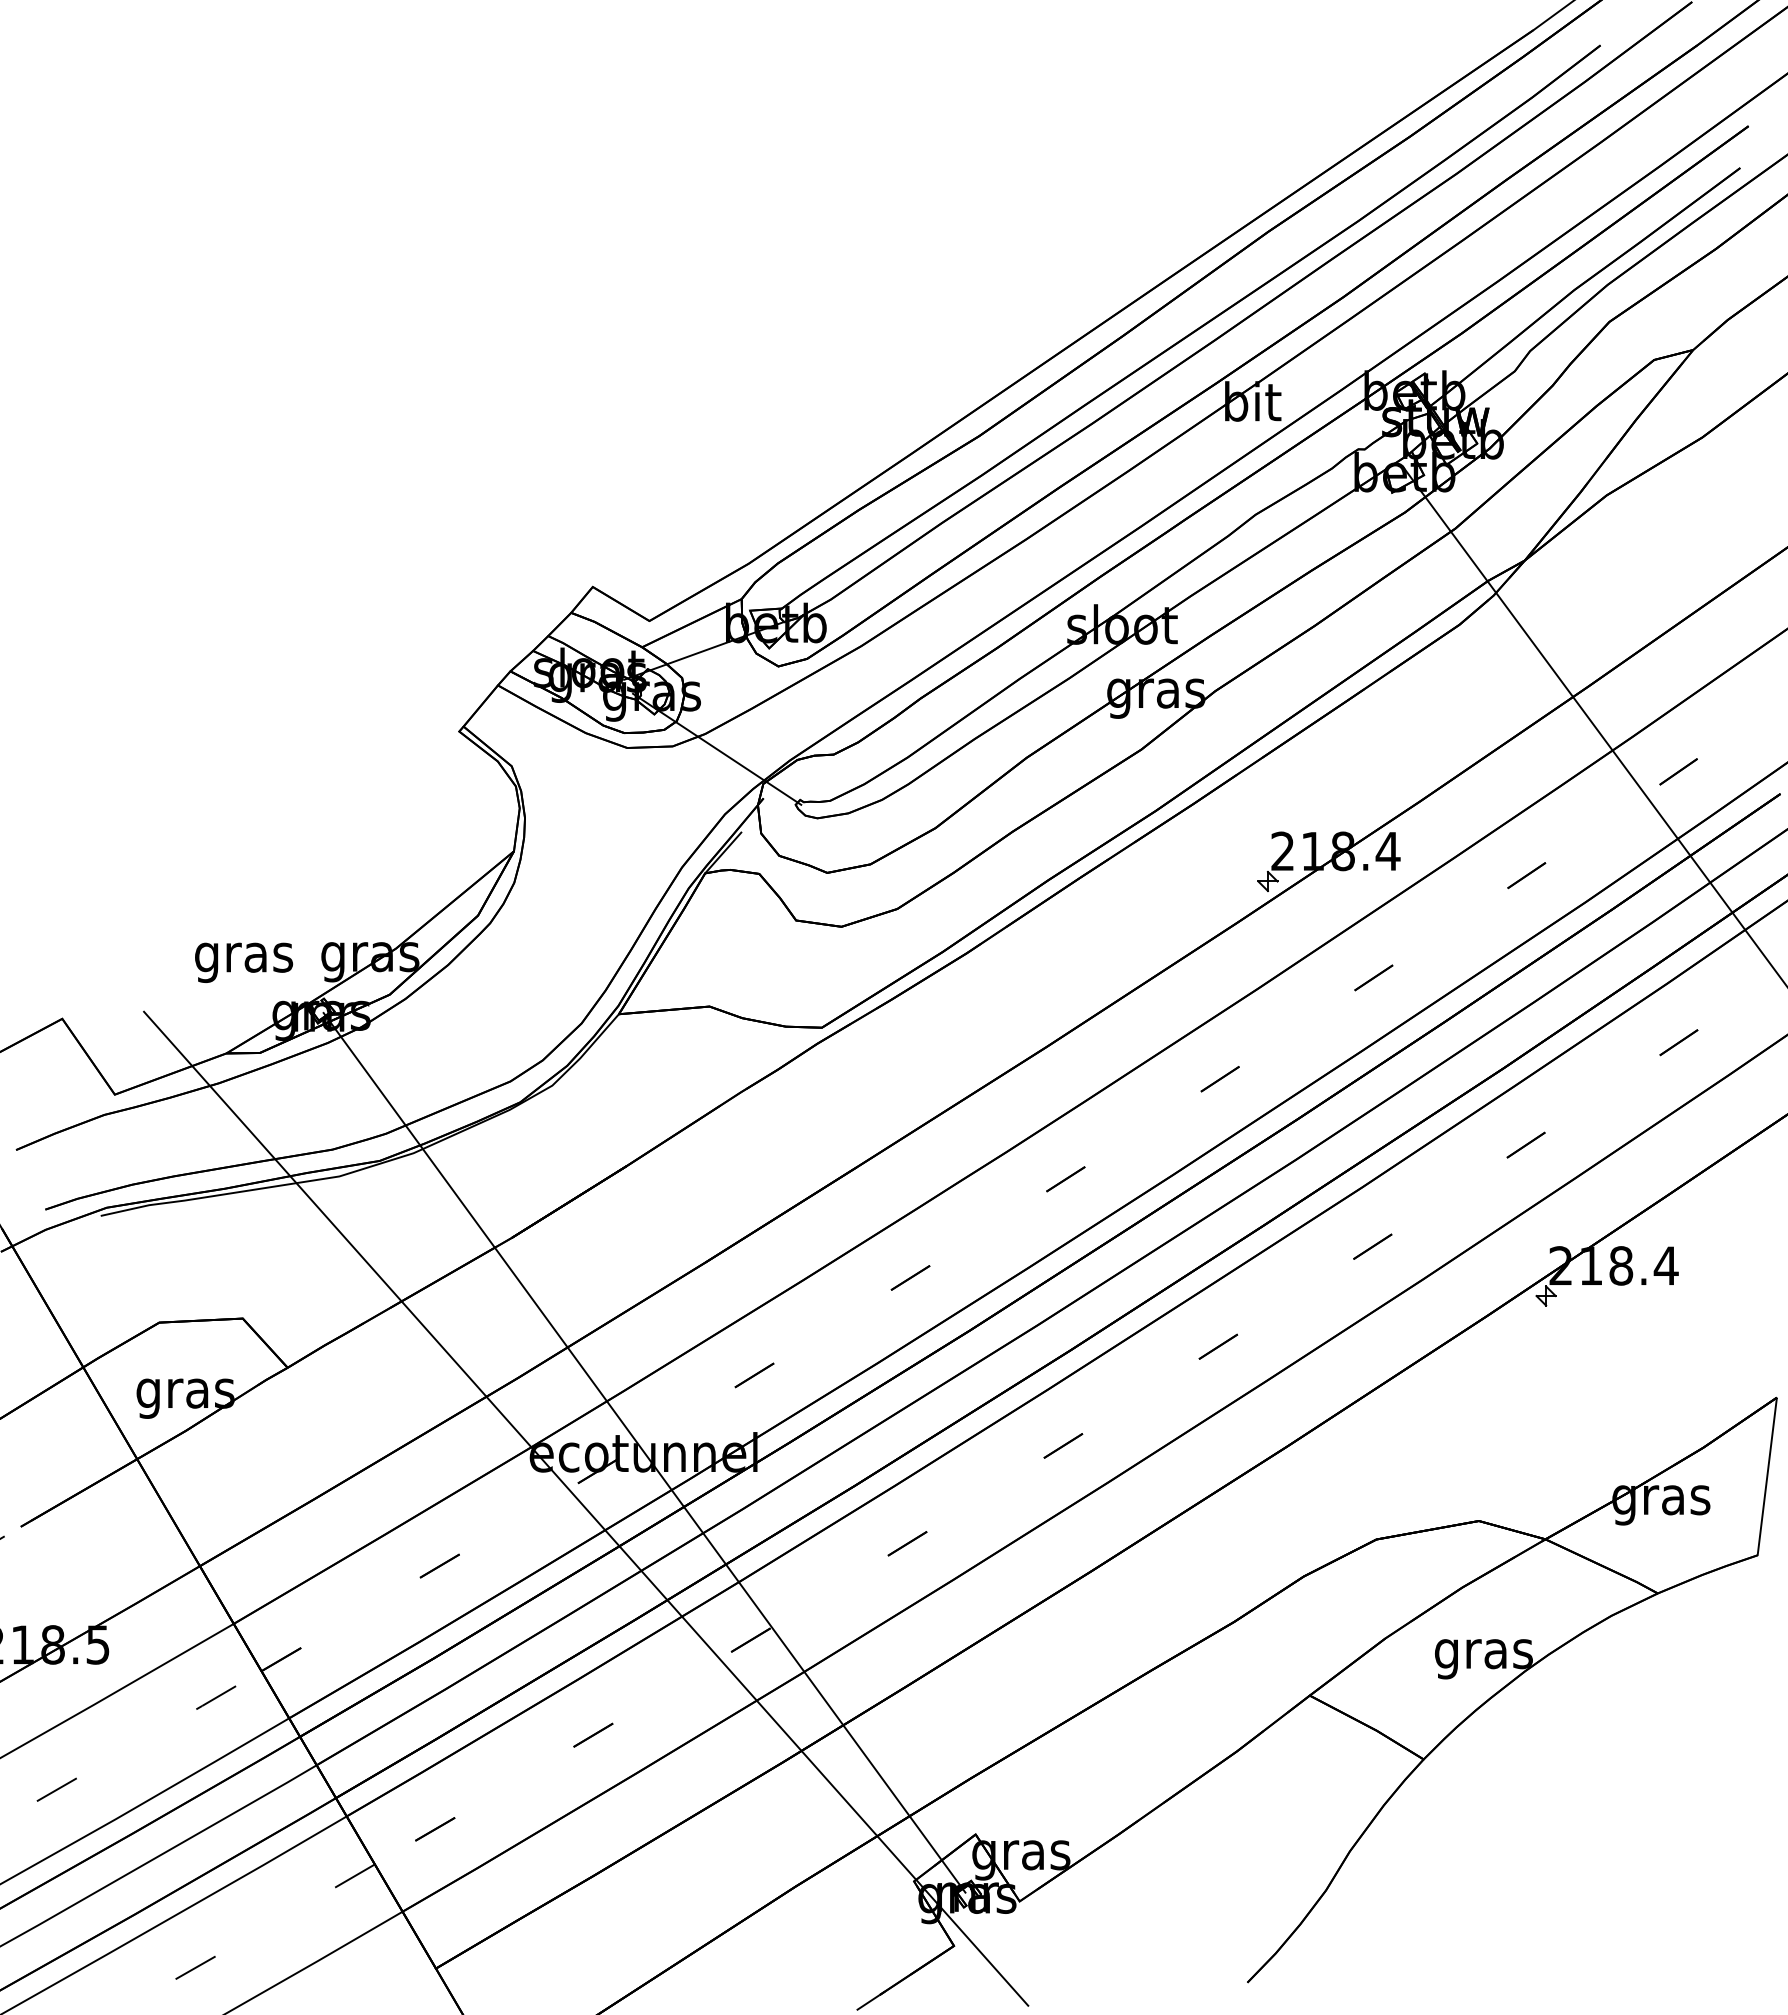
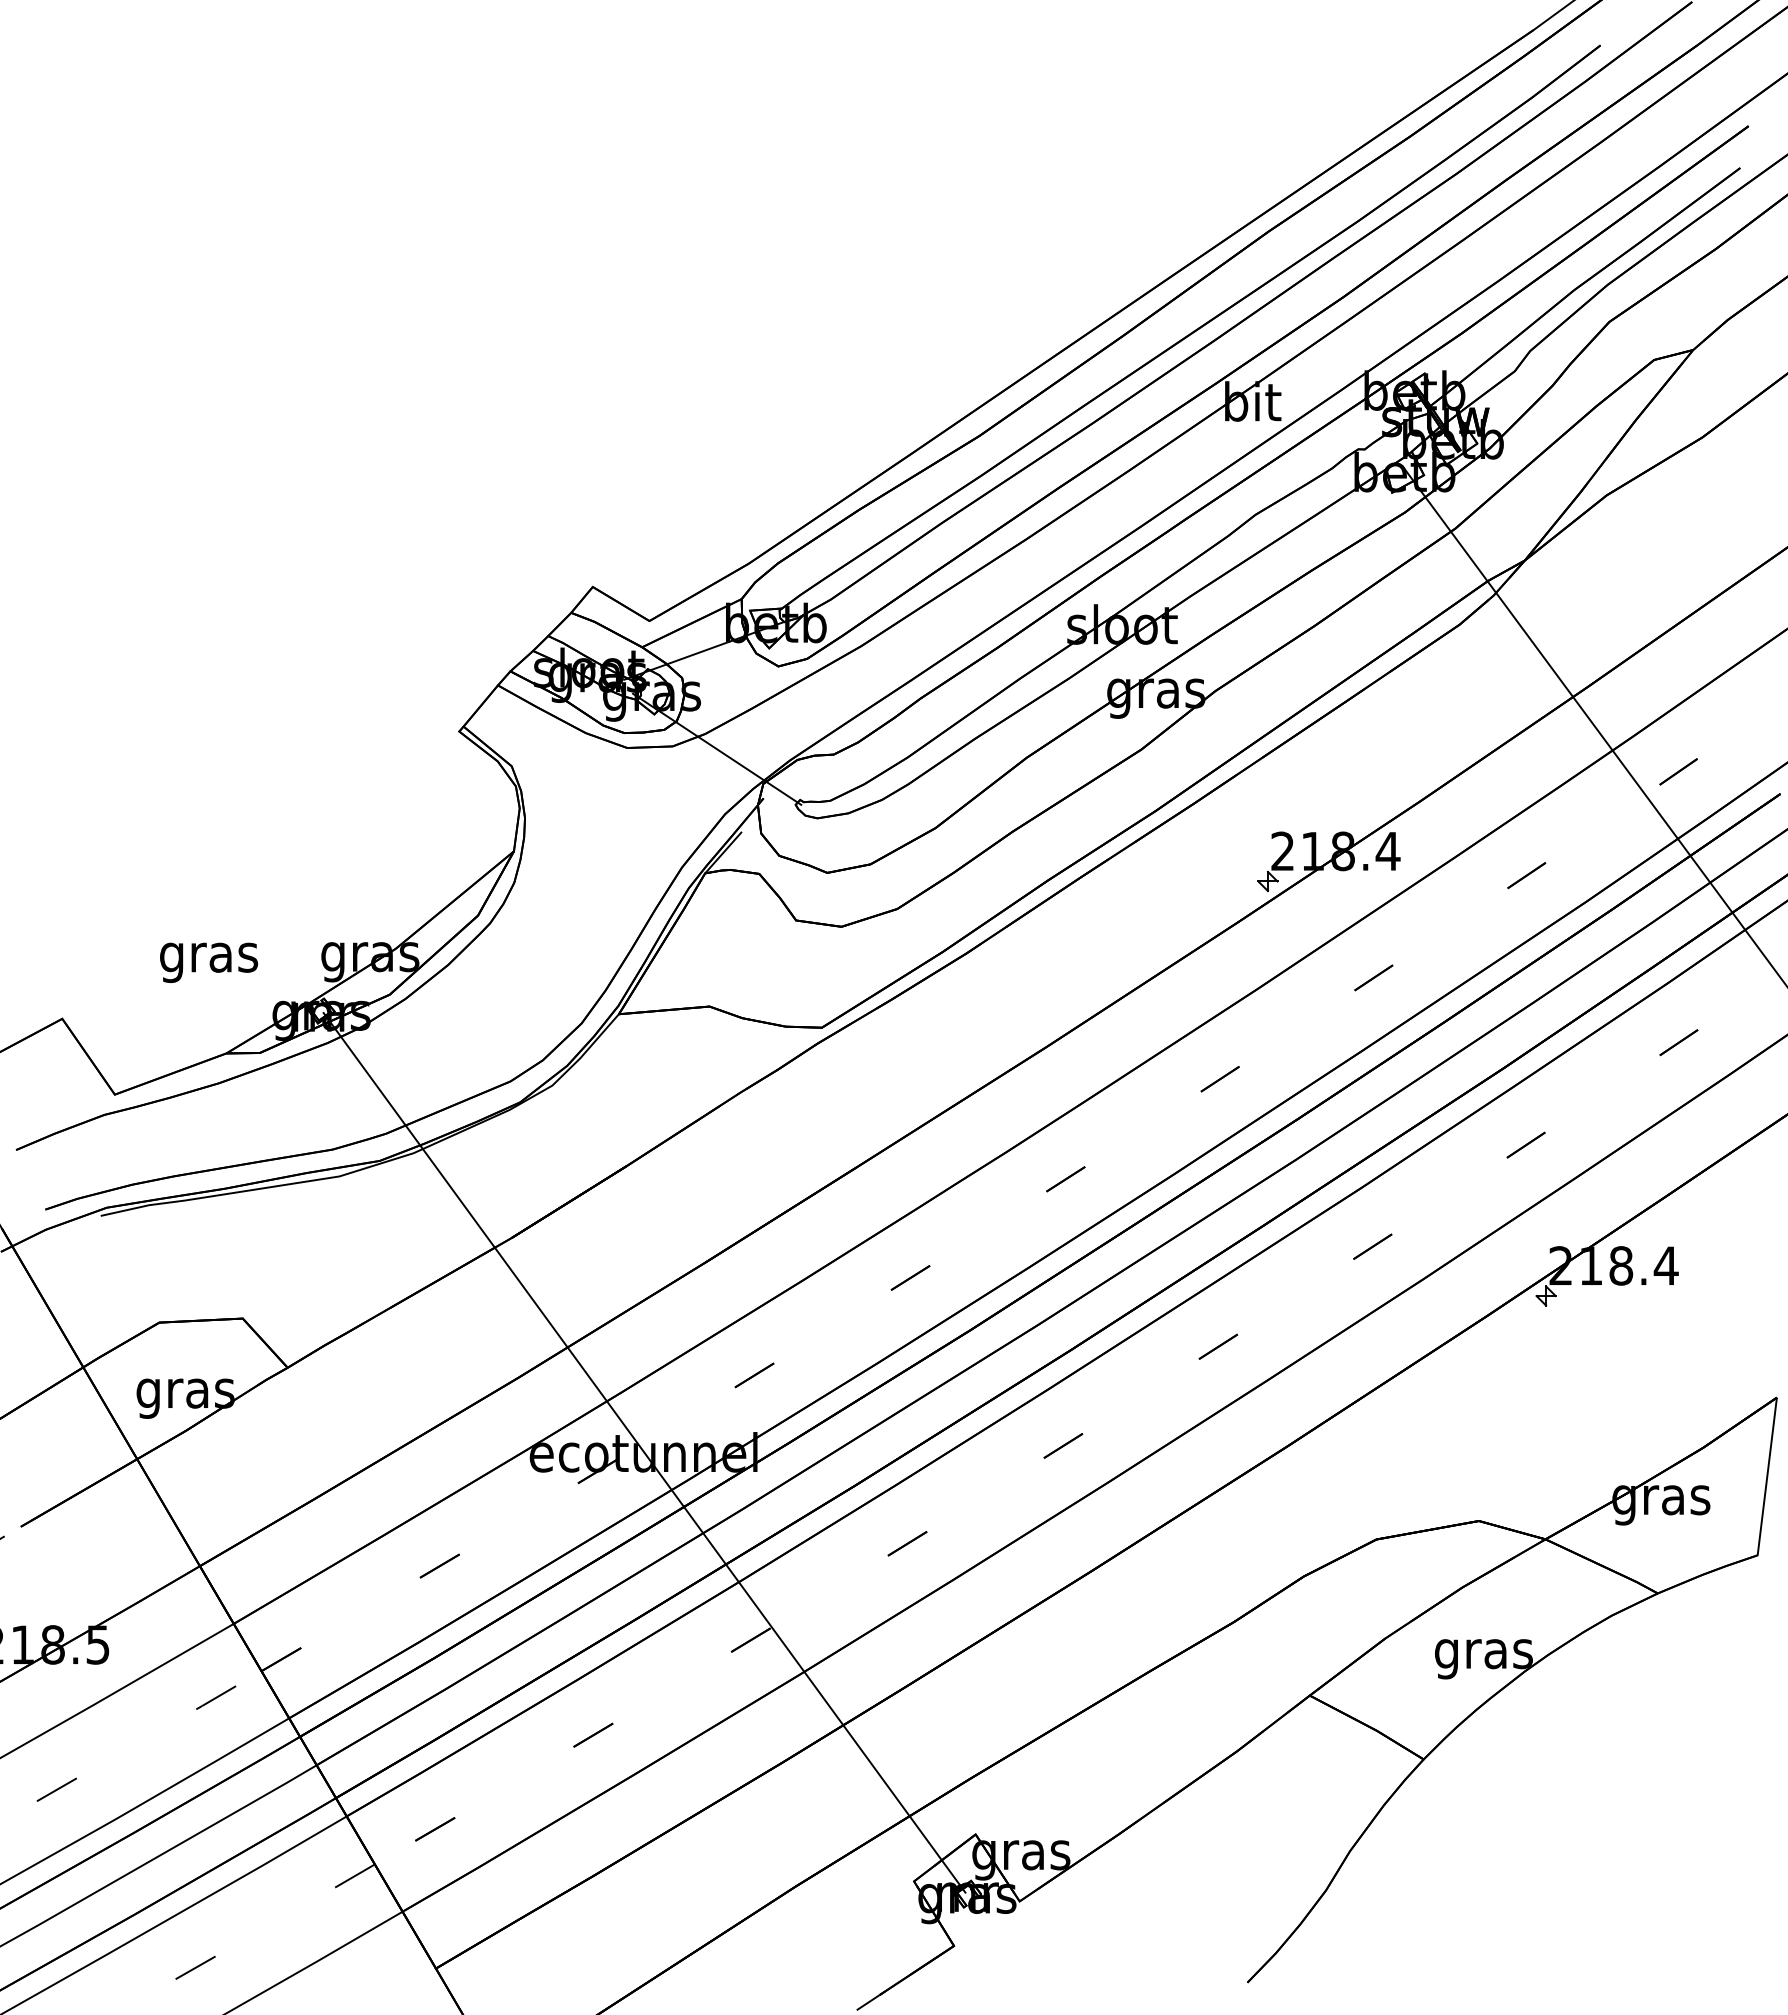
text at (244, 962) position: (244, 962) -> (209, 962)
line at (586, 1508): present -> none
